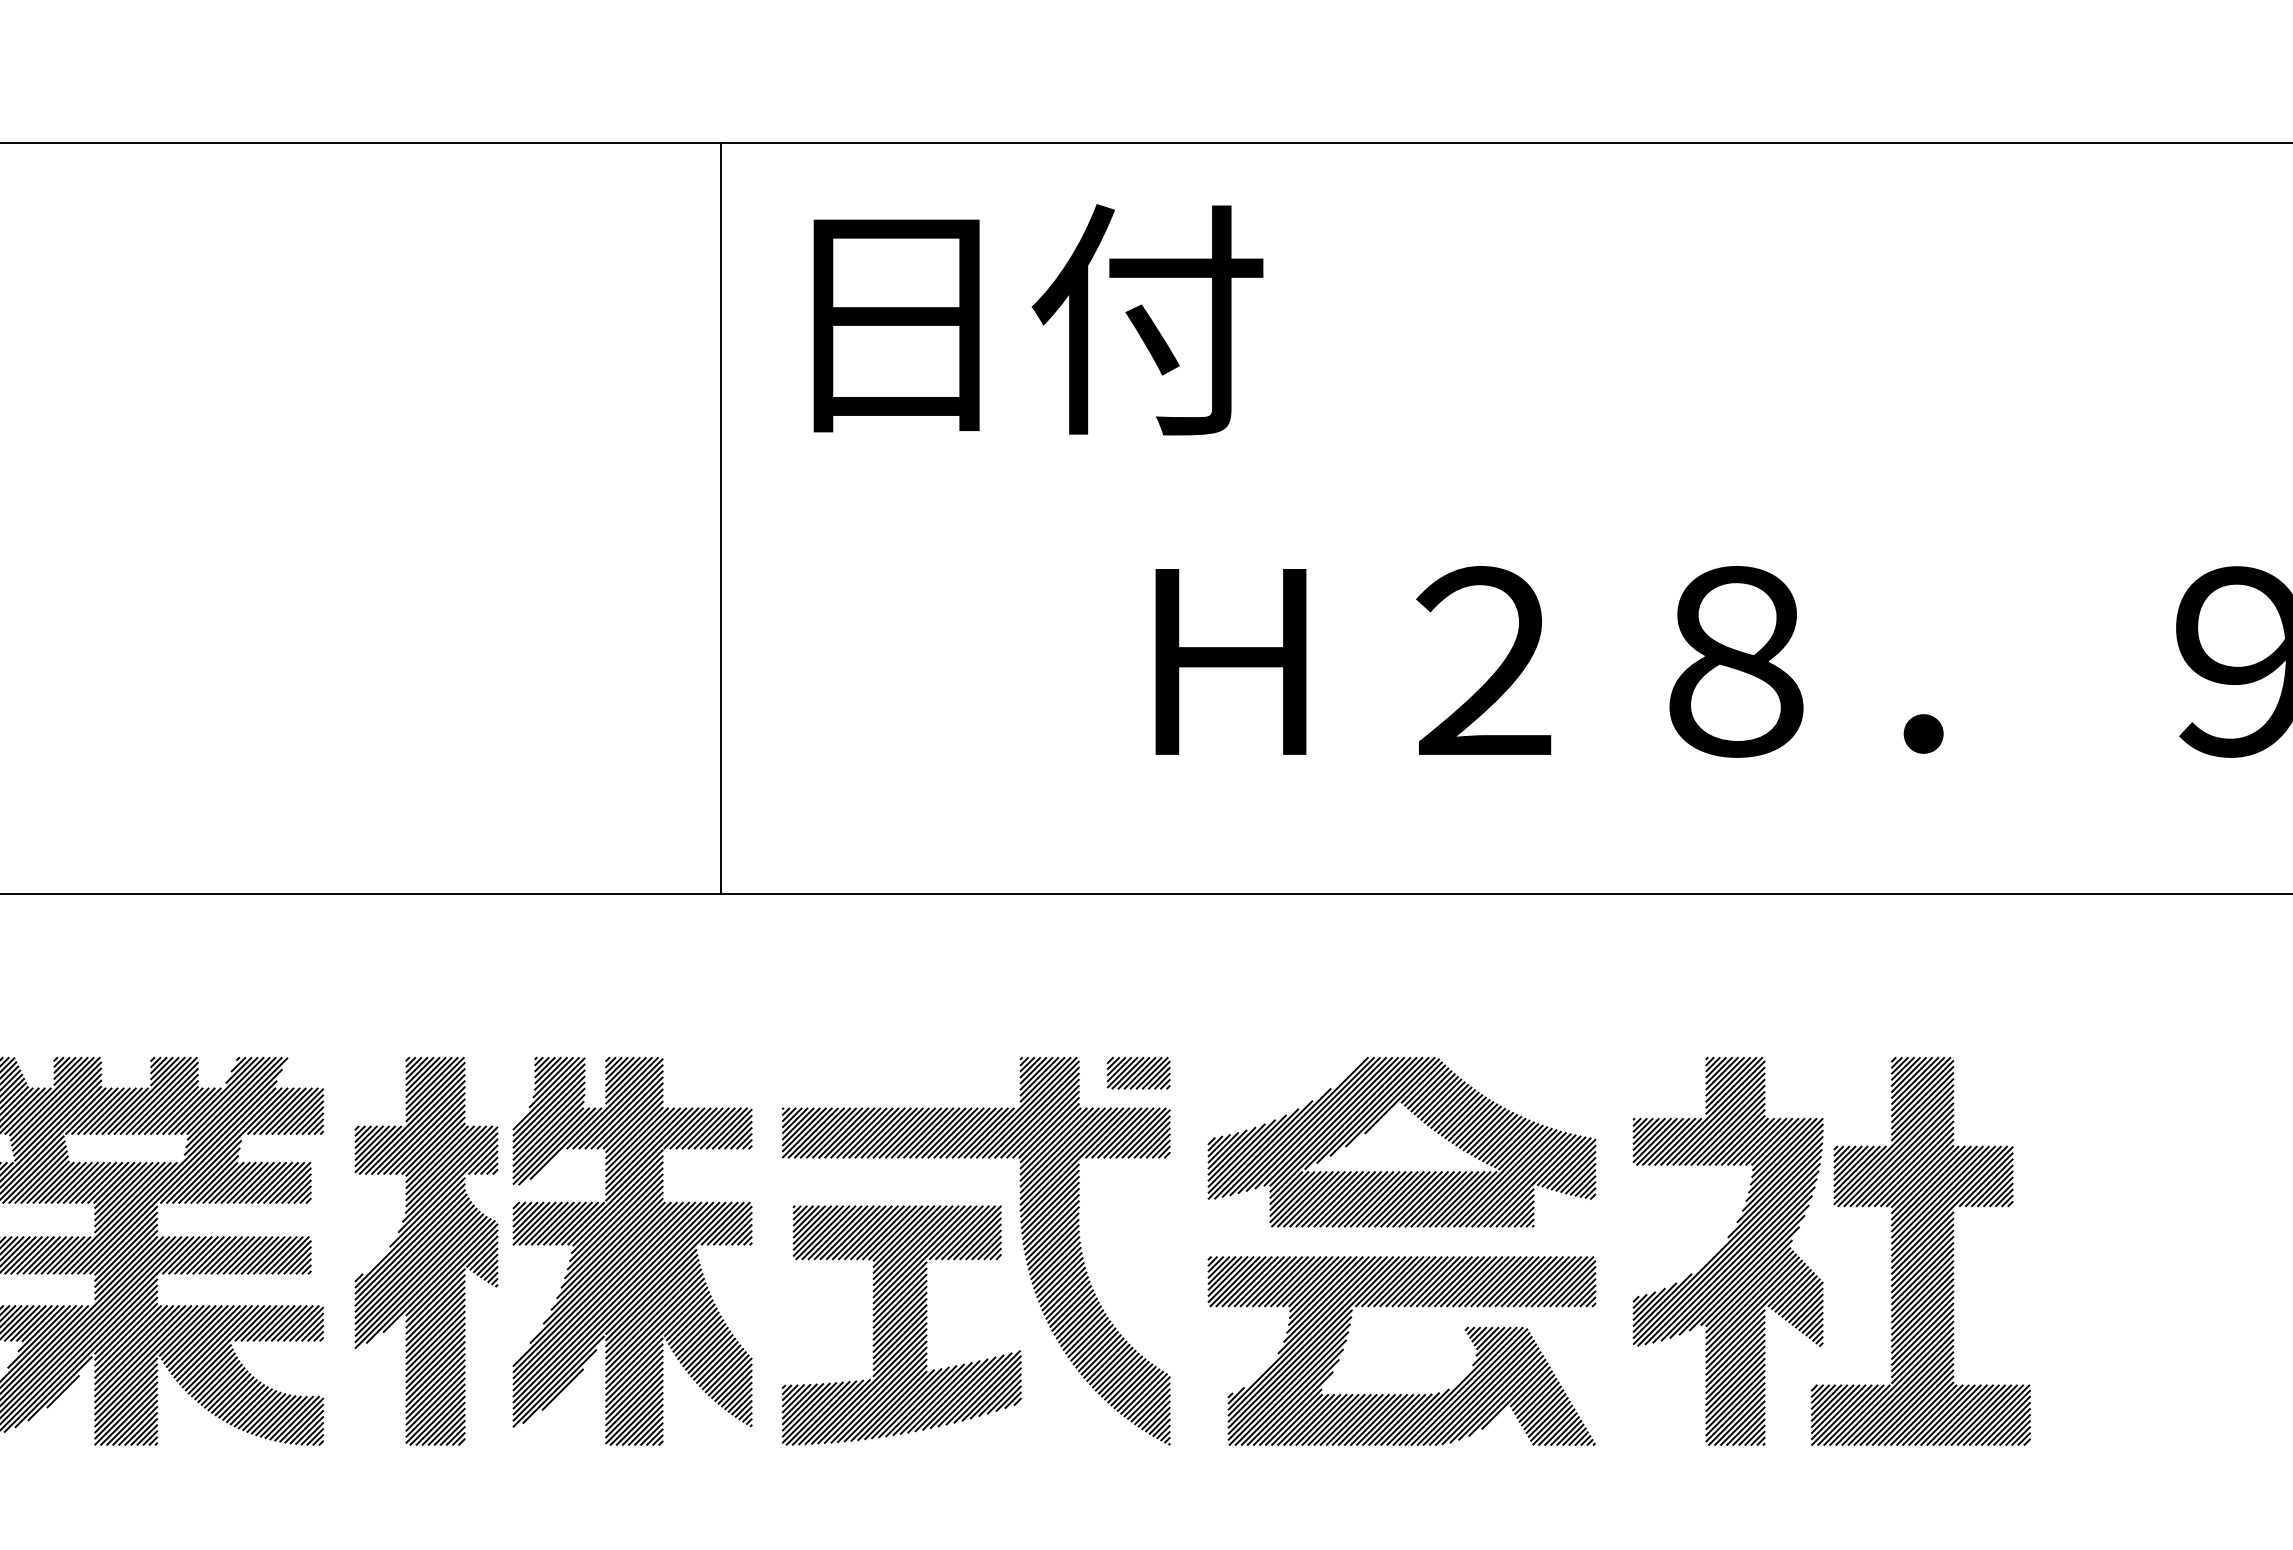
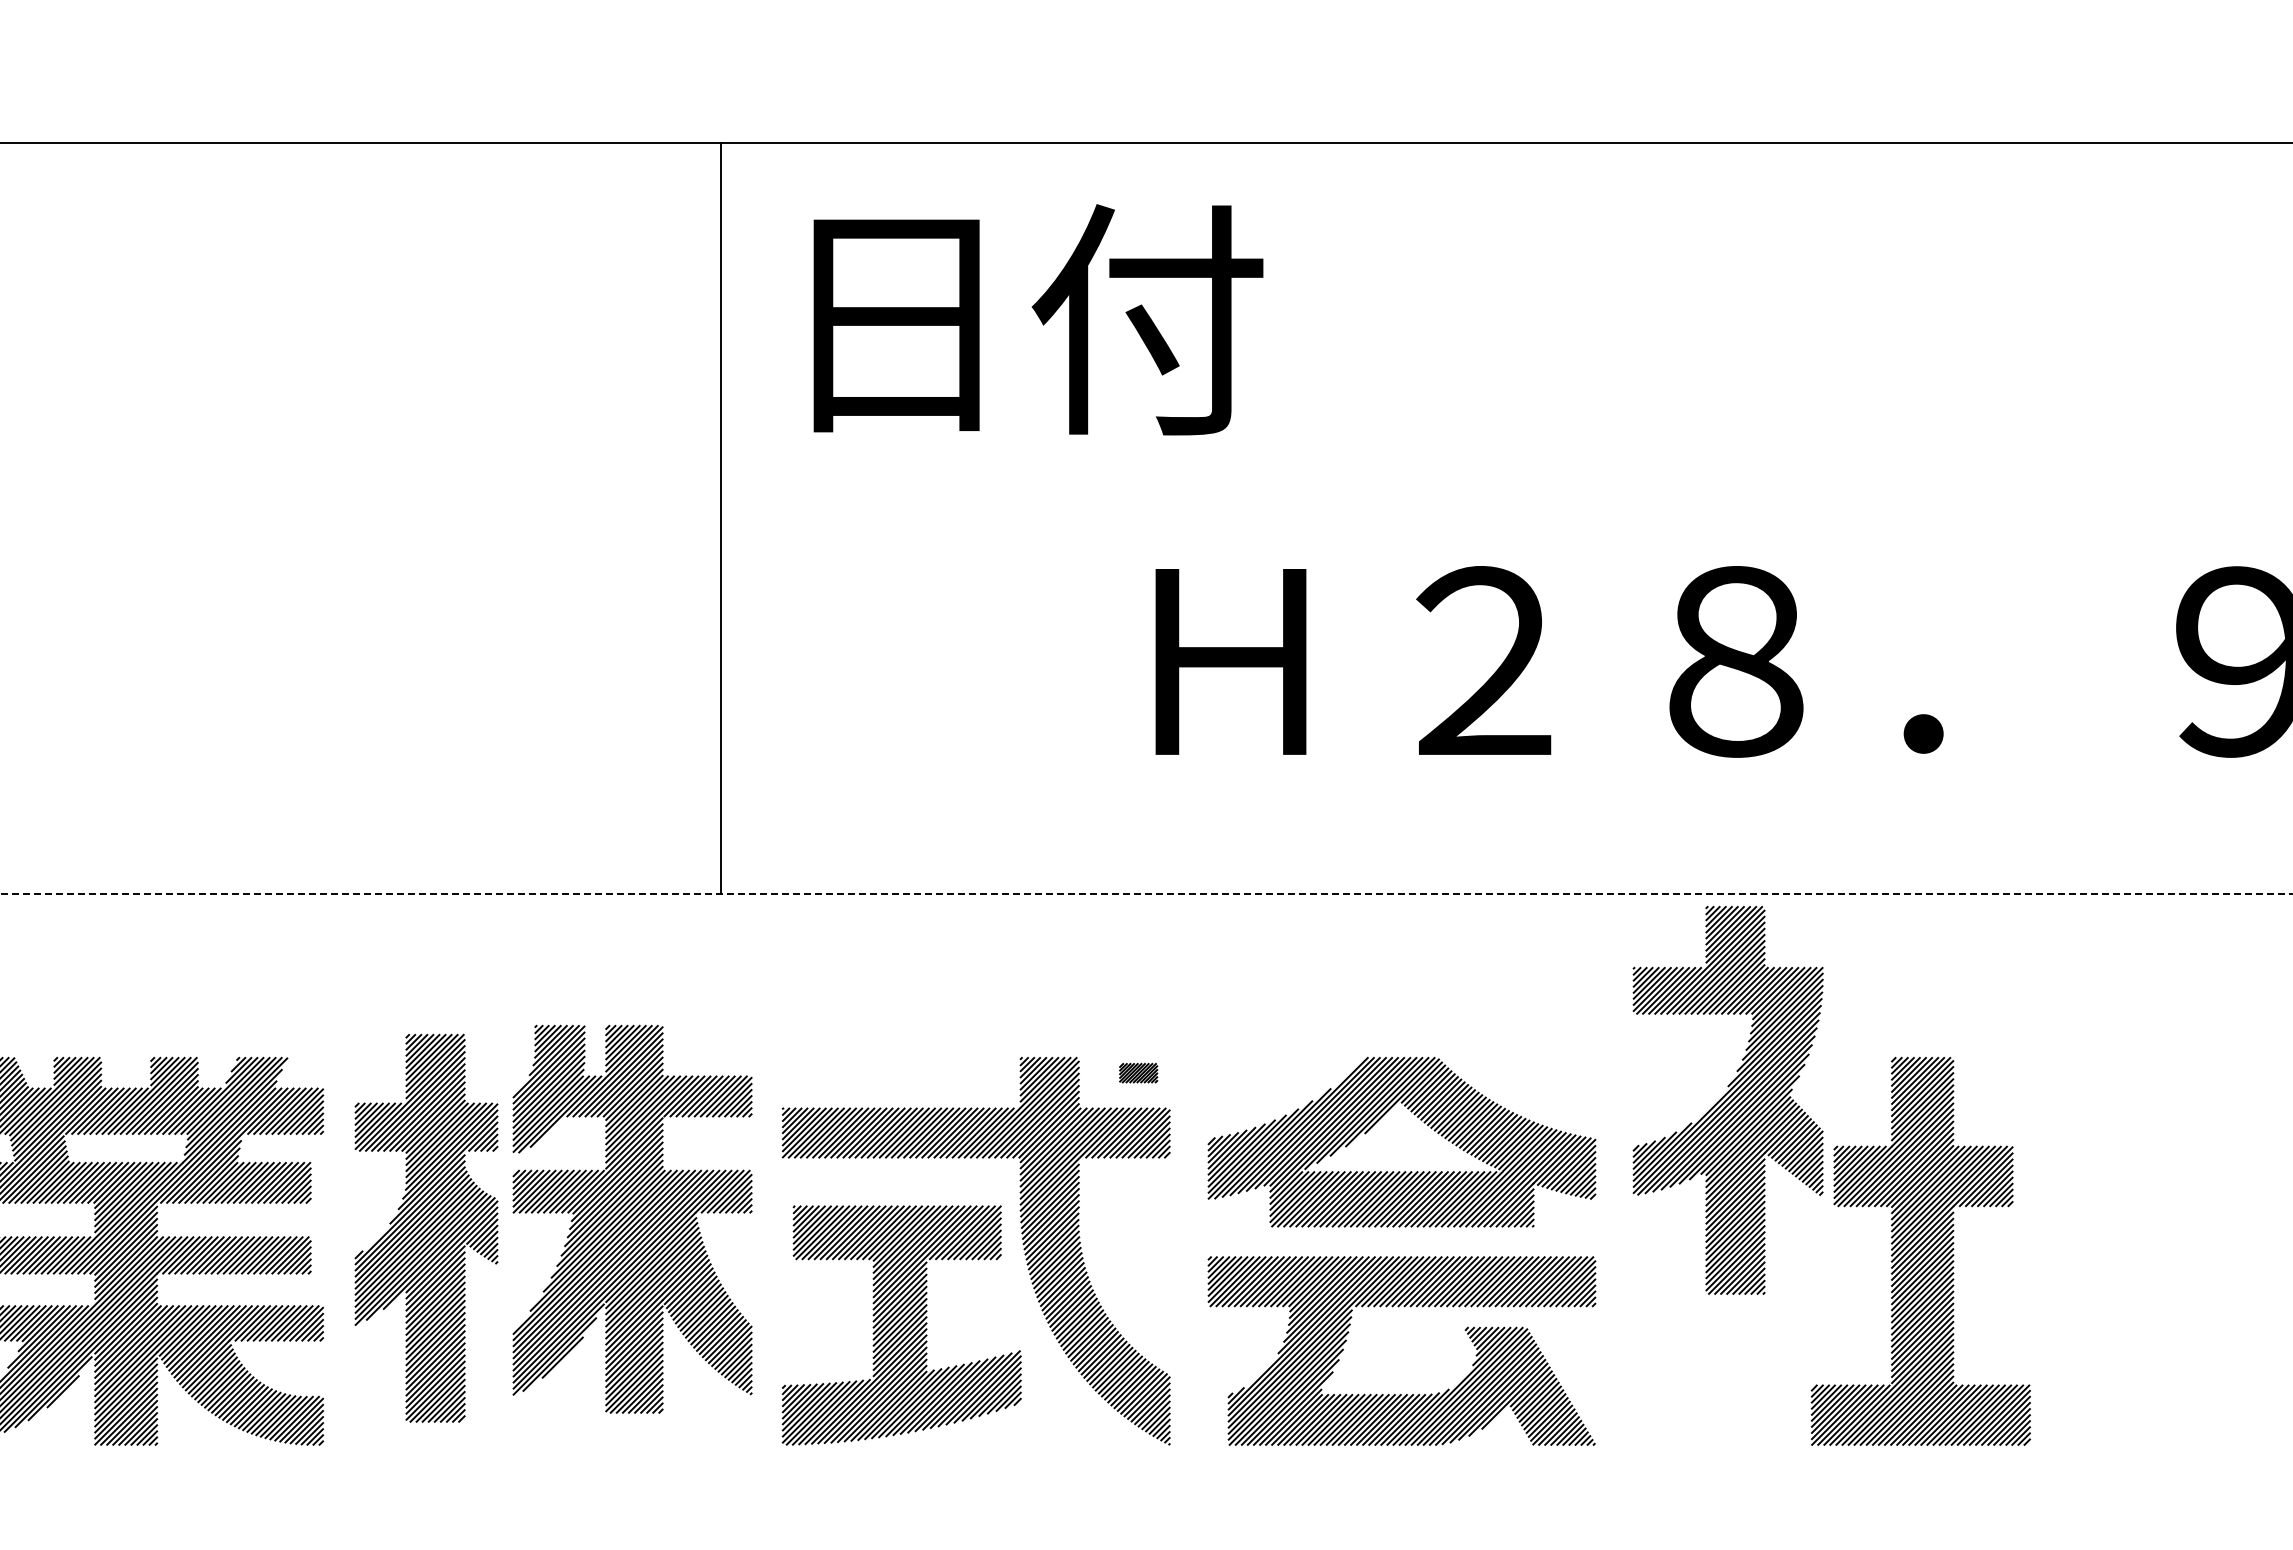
line at (1147, 893): solid -> dashed
part at (1138, 1072) size: 65x34 px -> 40x22 px
part at (426, 1250) position: (426, 1250) -> (426, 1227)
part at (632, 1250) position: (632, 1250) -> (632, 1218)
part at (1727, 1250) position: (1727, 1250) -> (1727, 1099)
